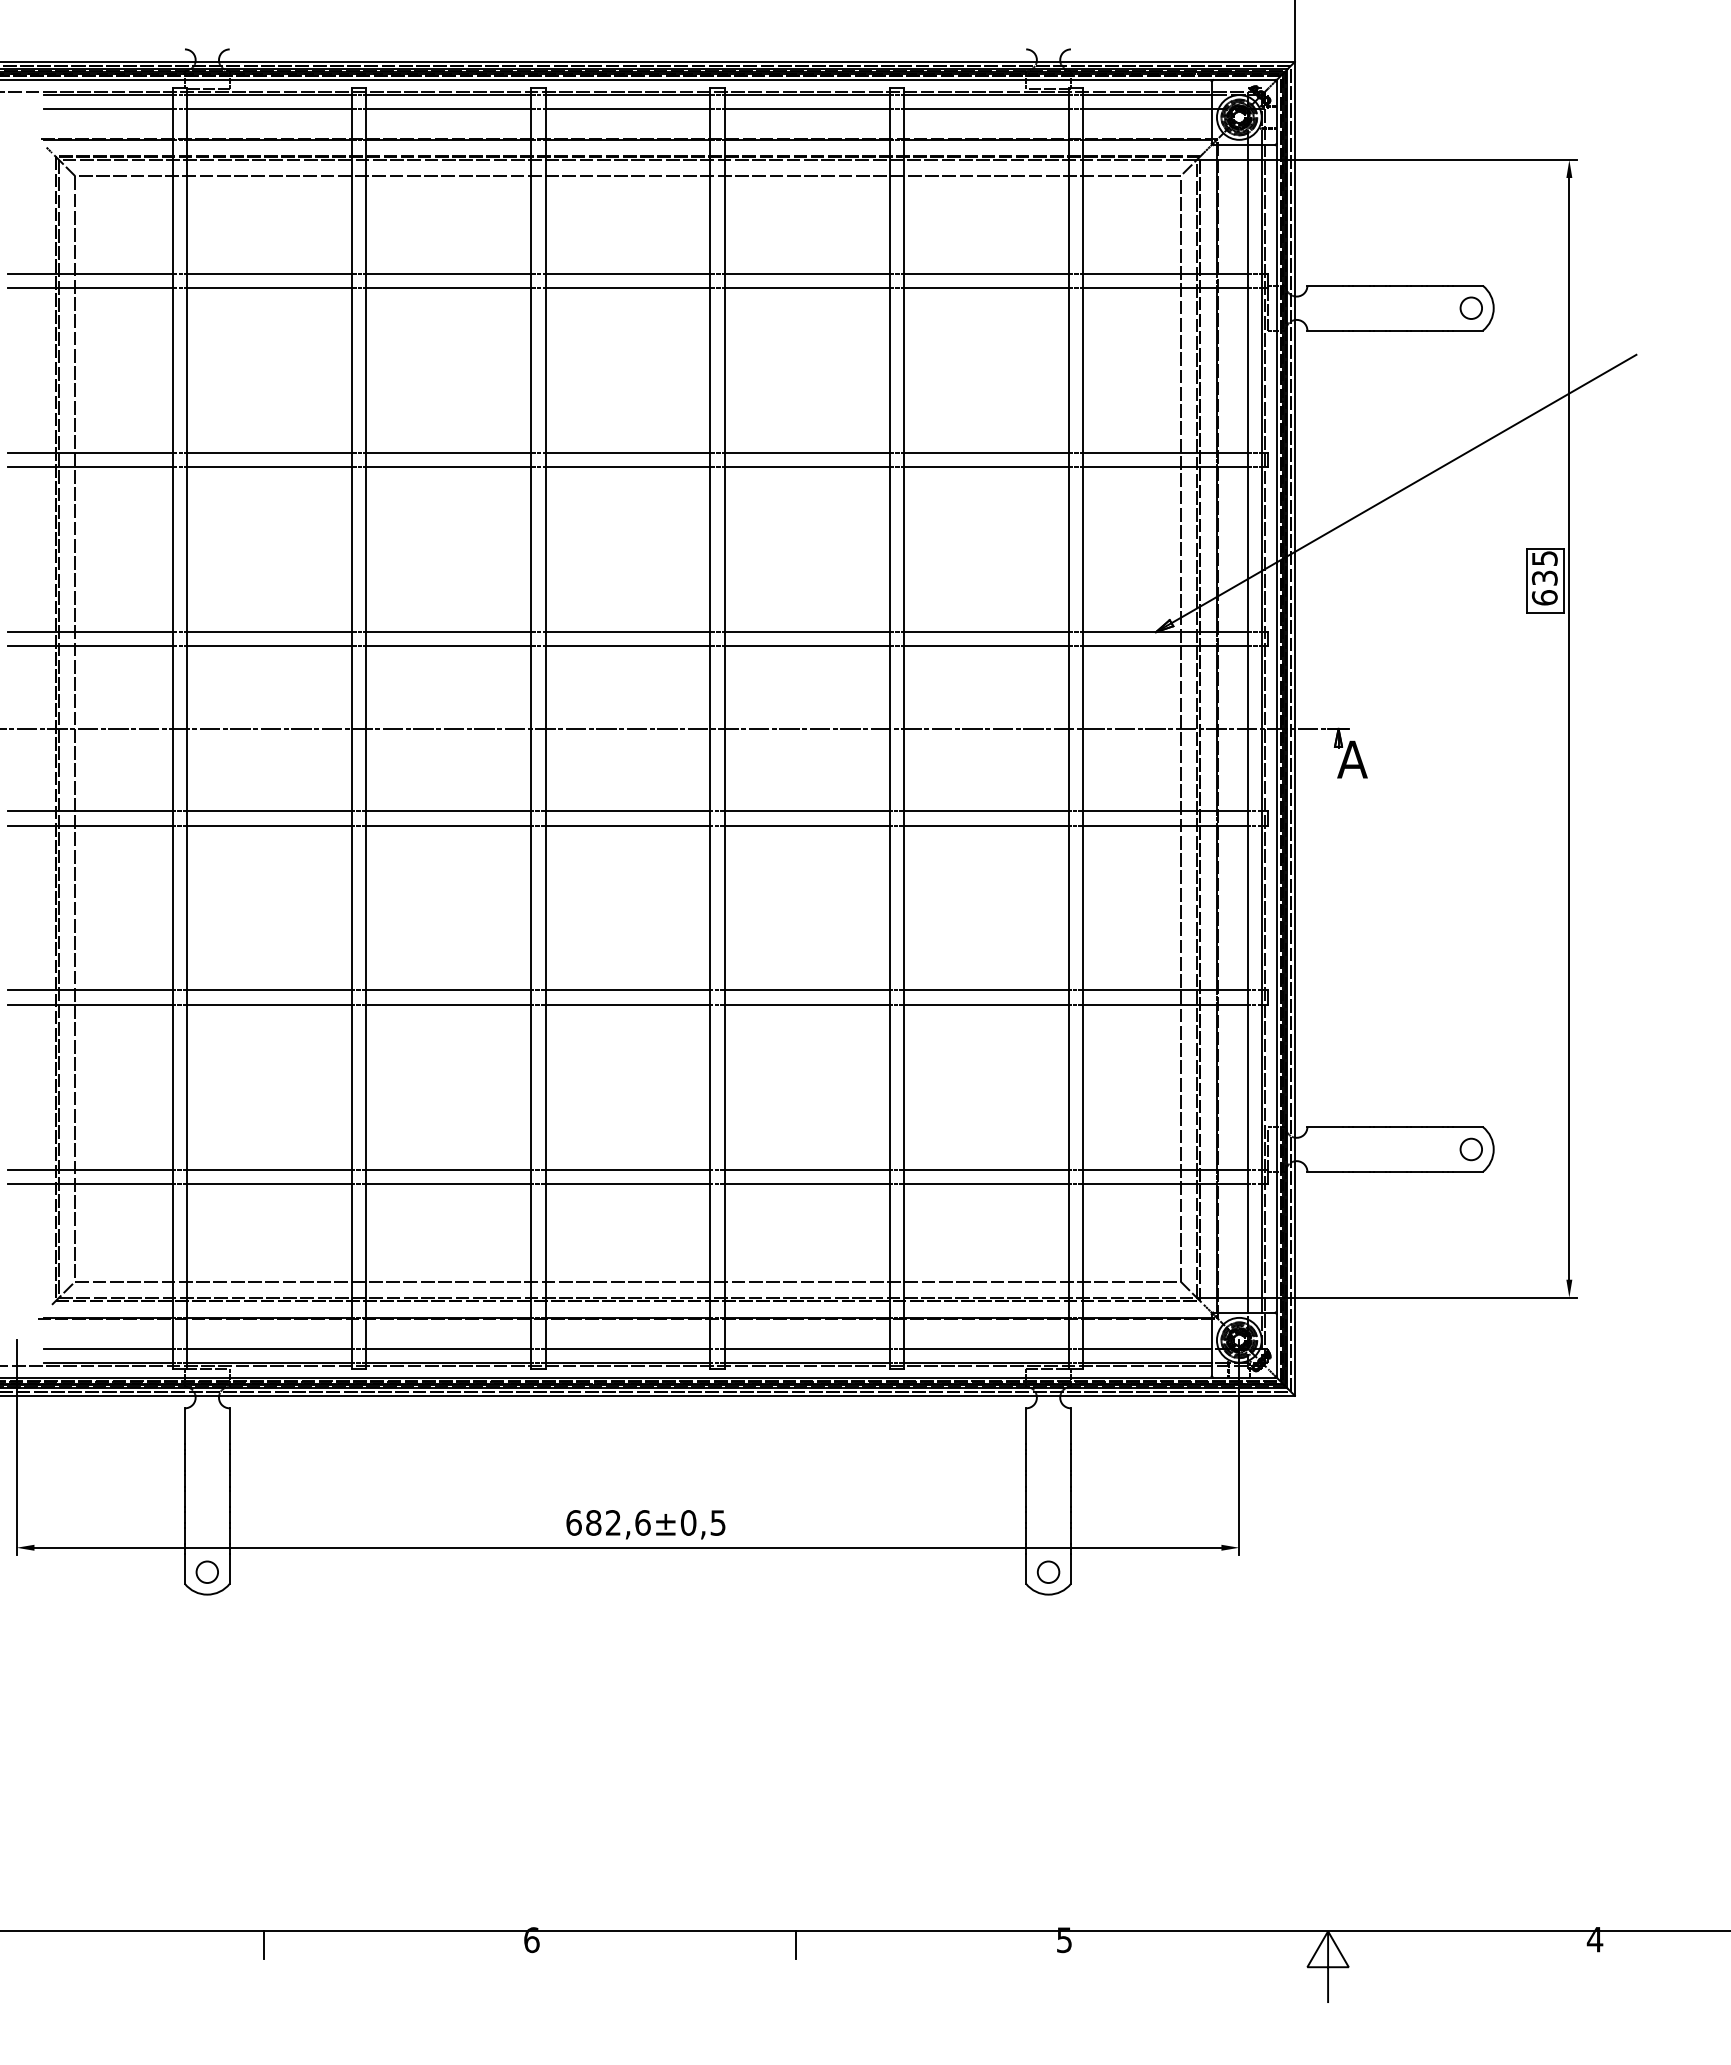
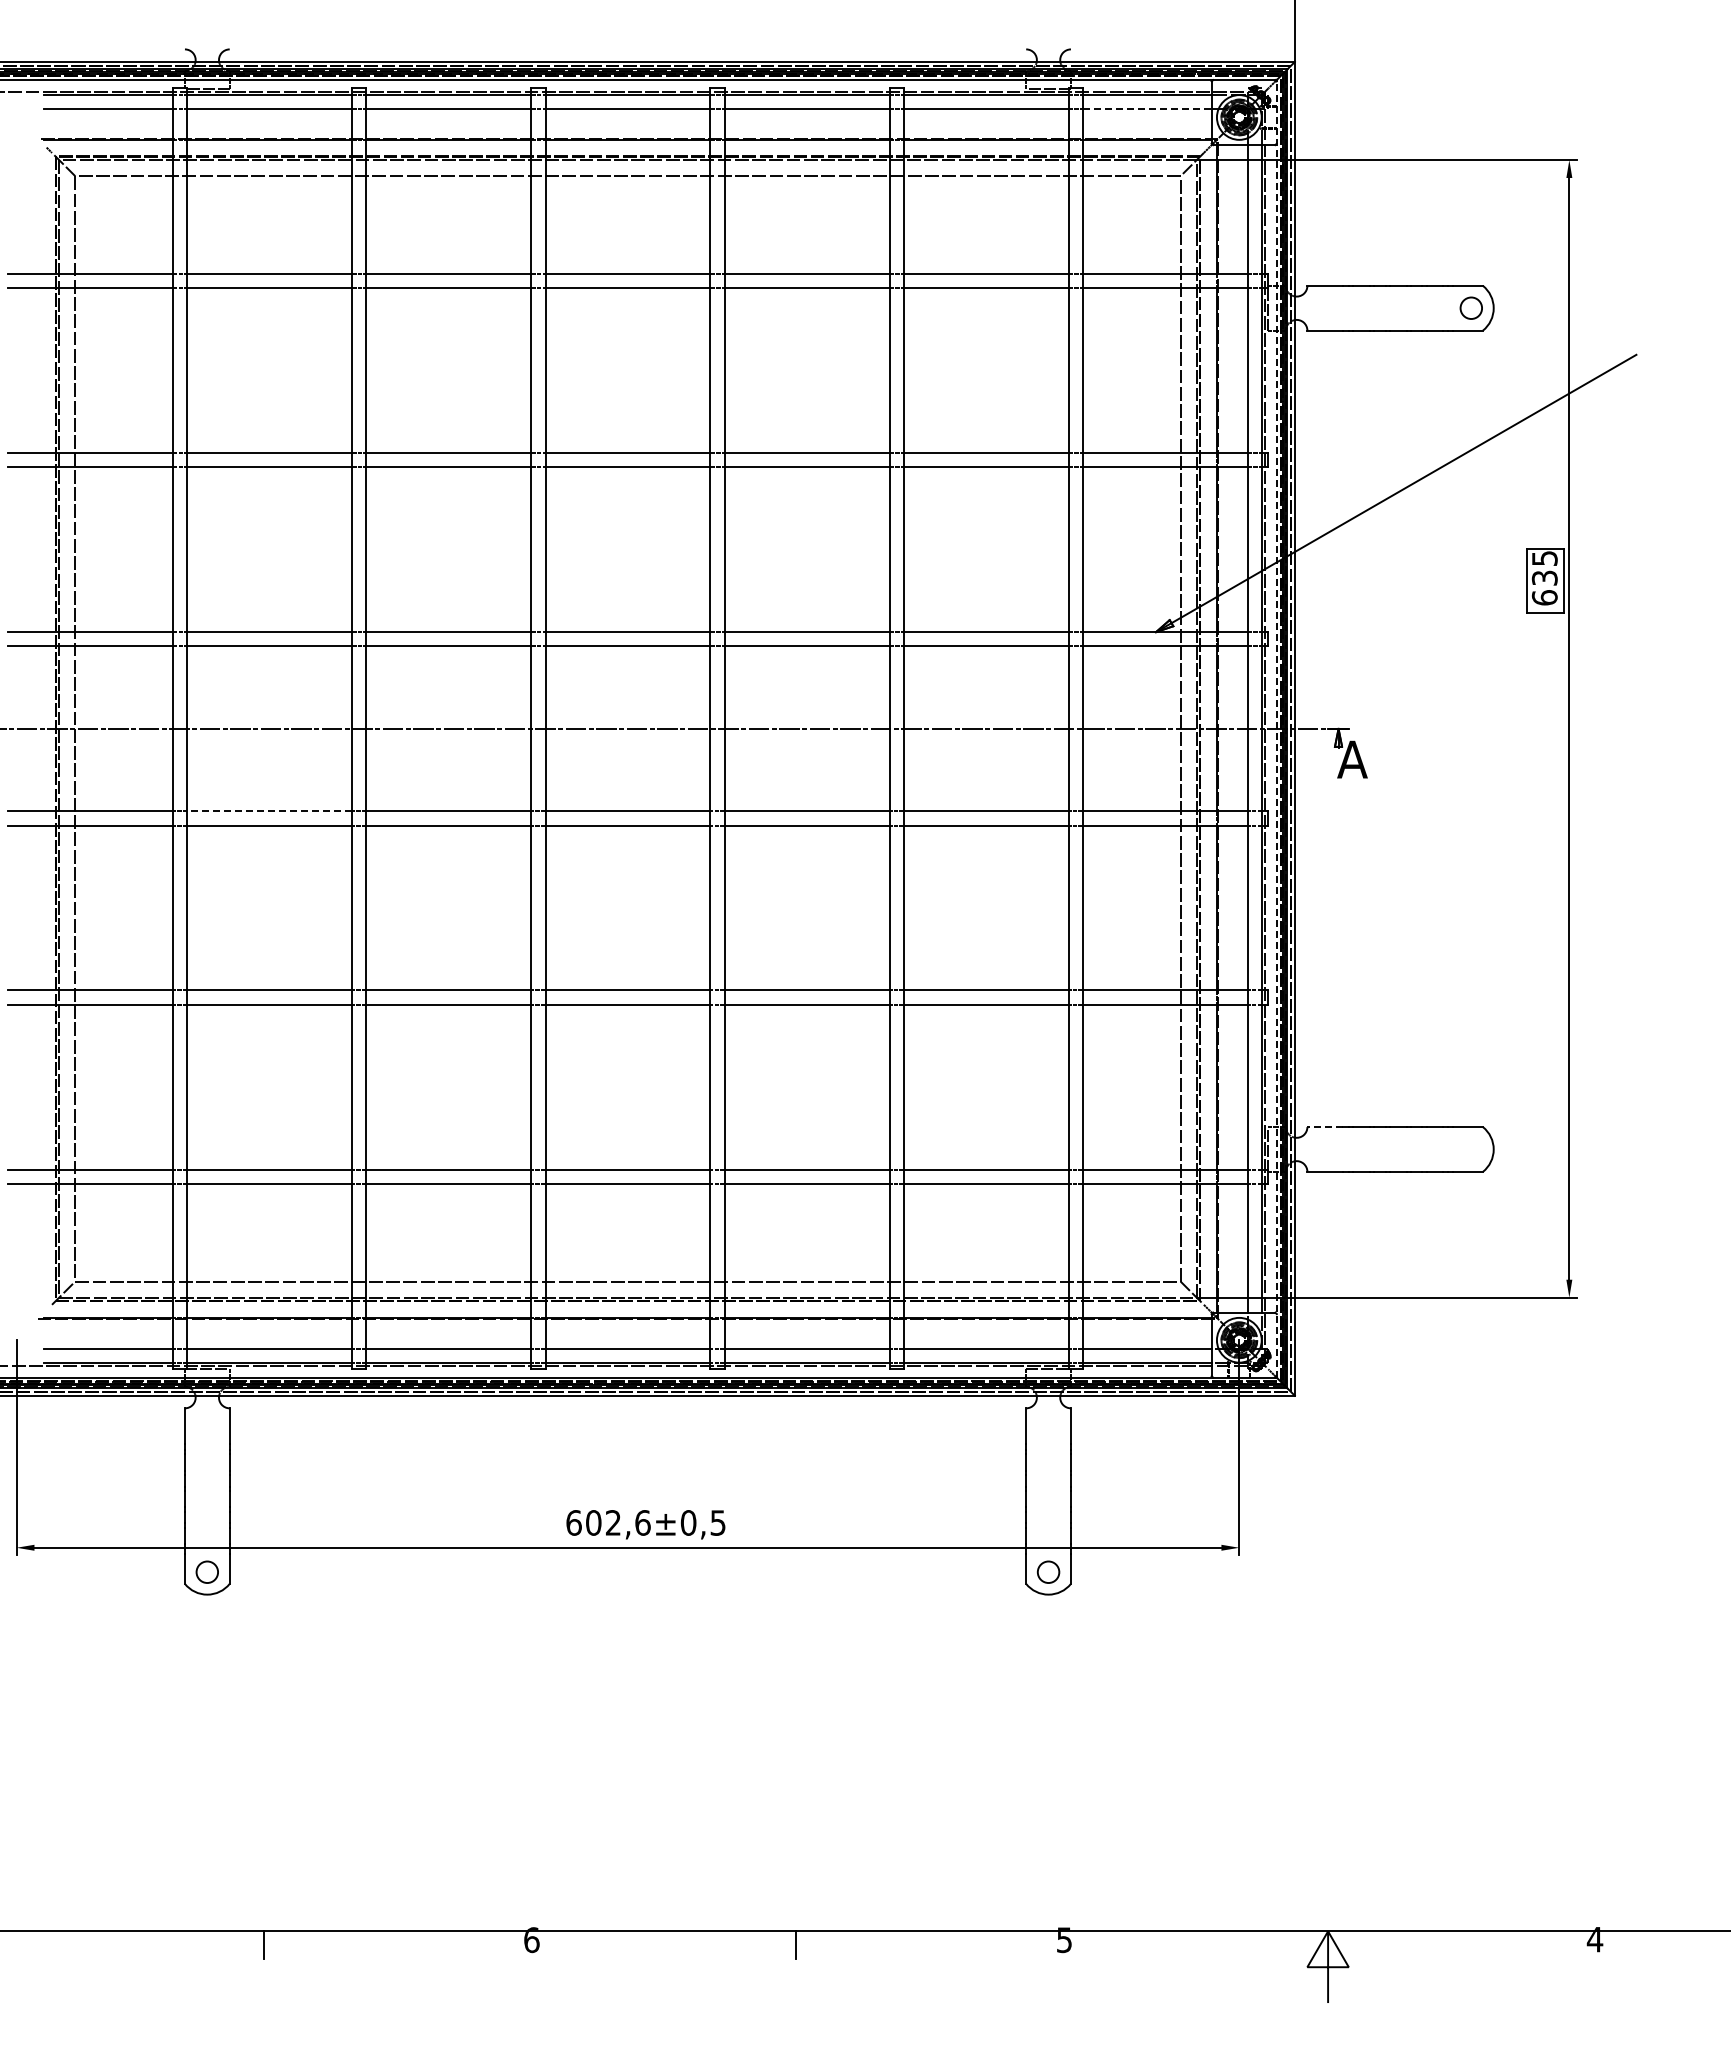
line at (1147, 109): solid -> dashed
line at (1276, 728): solid -> dashed
line at (269, 811): solid -> dashed
line at (1325, 1127): solid -> dashed
circle at (1470, 1149): present -> none
text at (593, 1522): 682,6 -> 602,6
